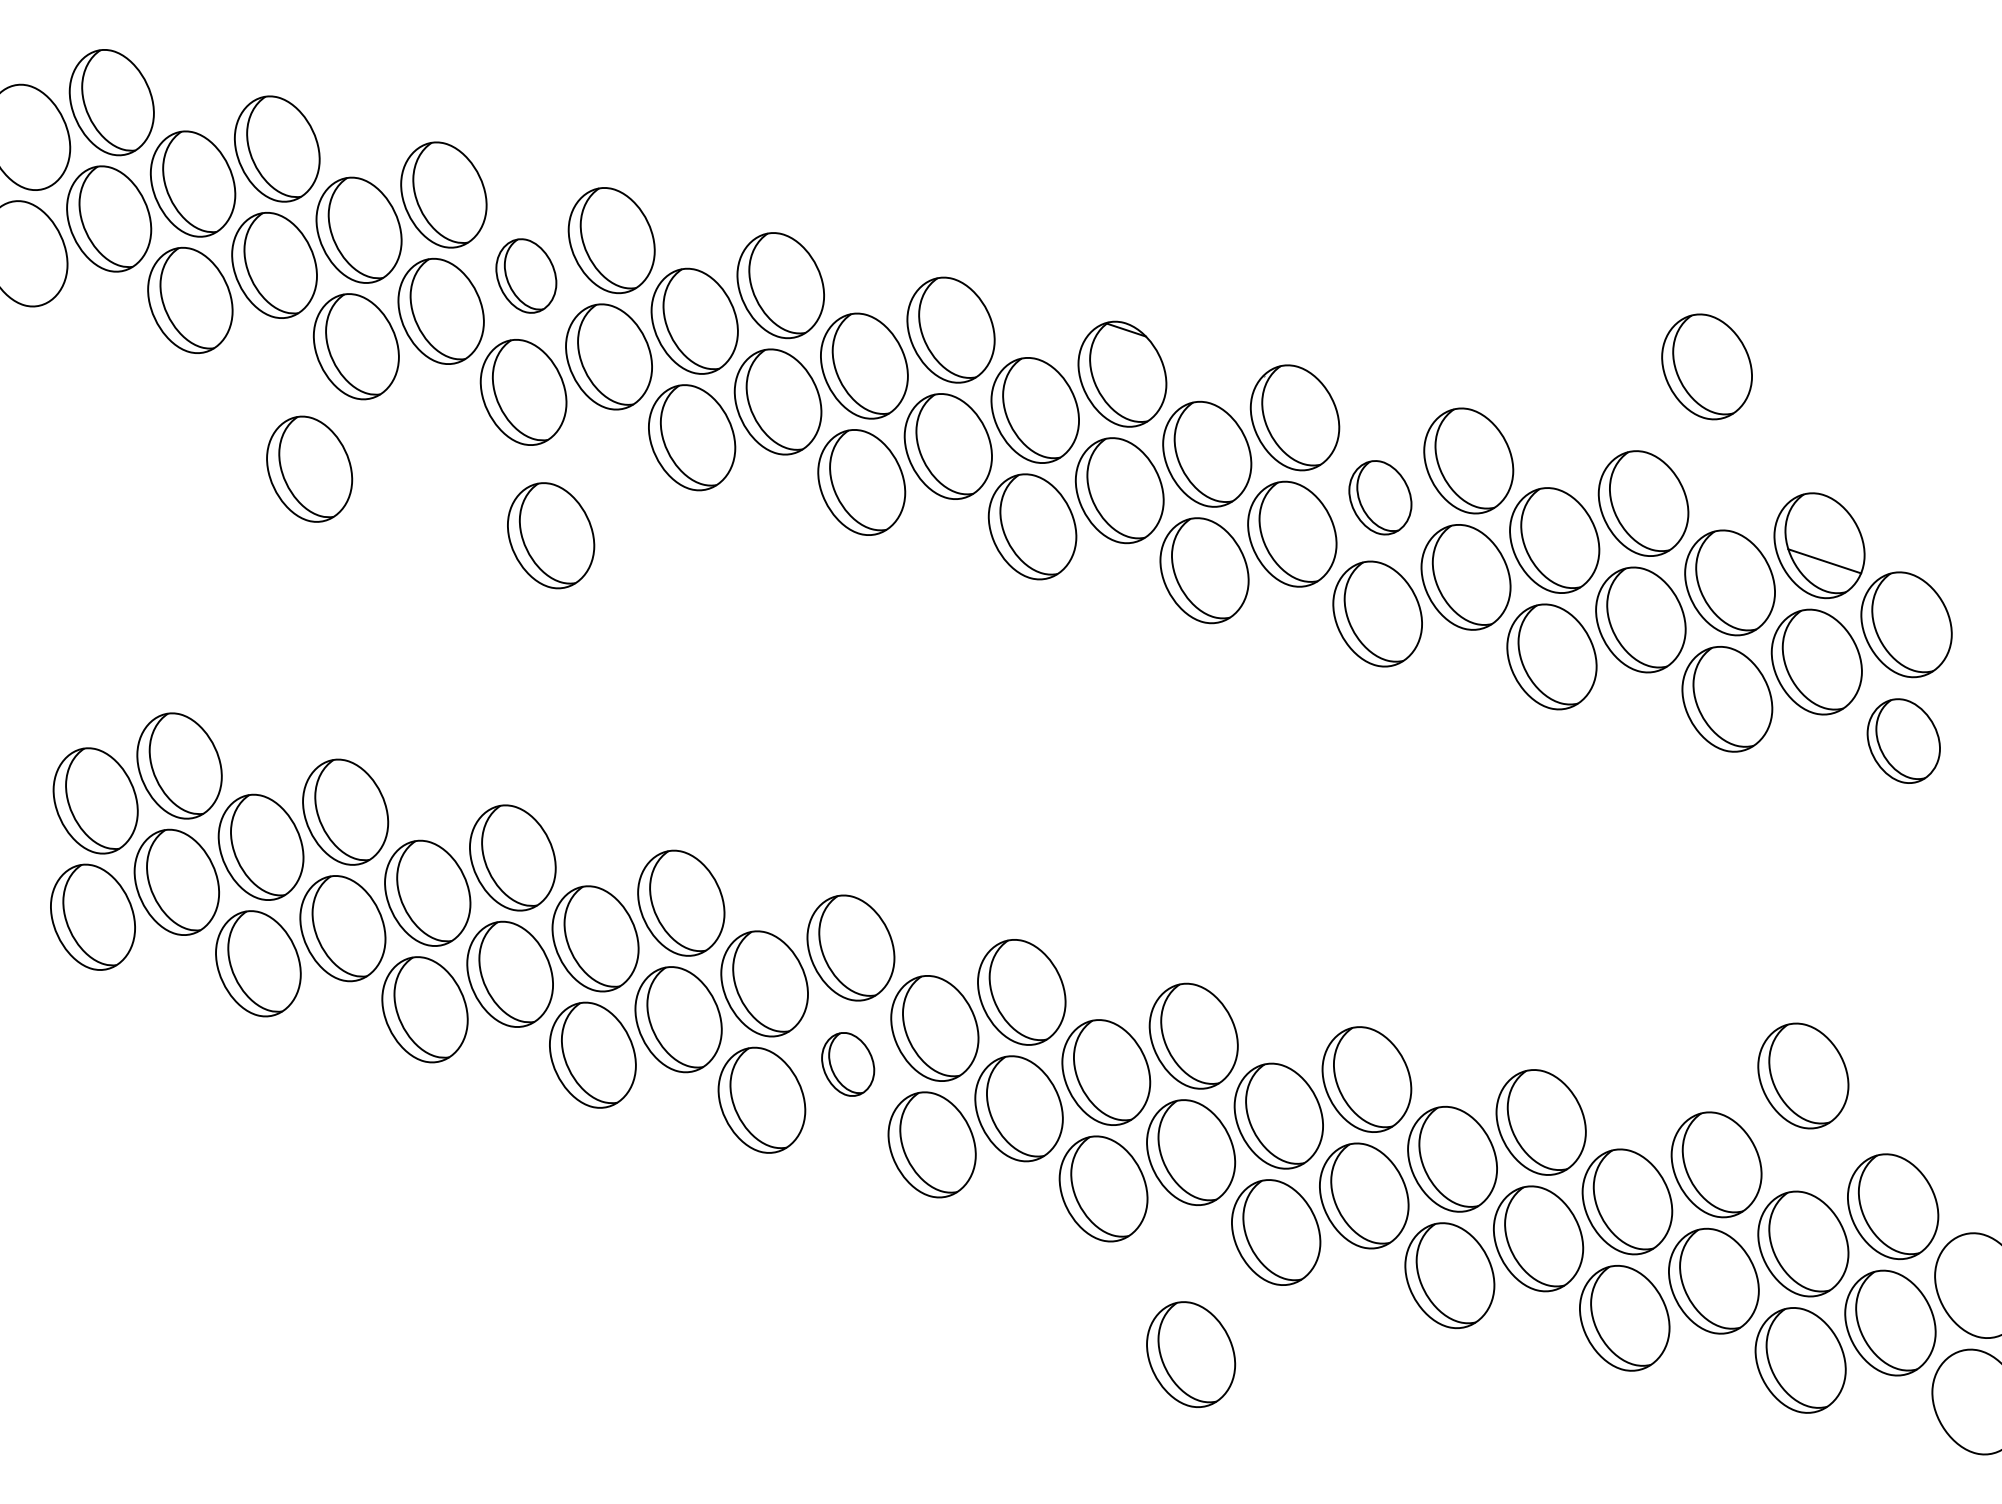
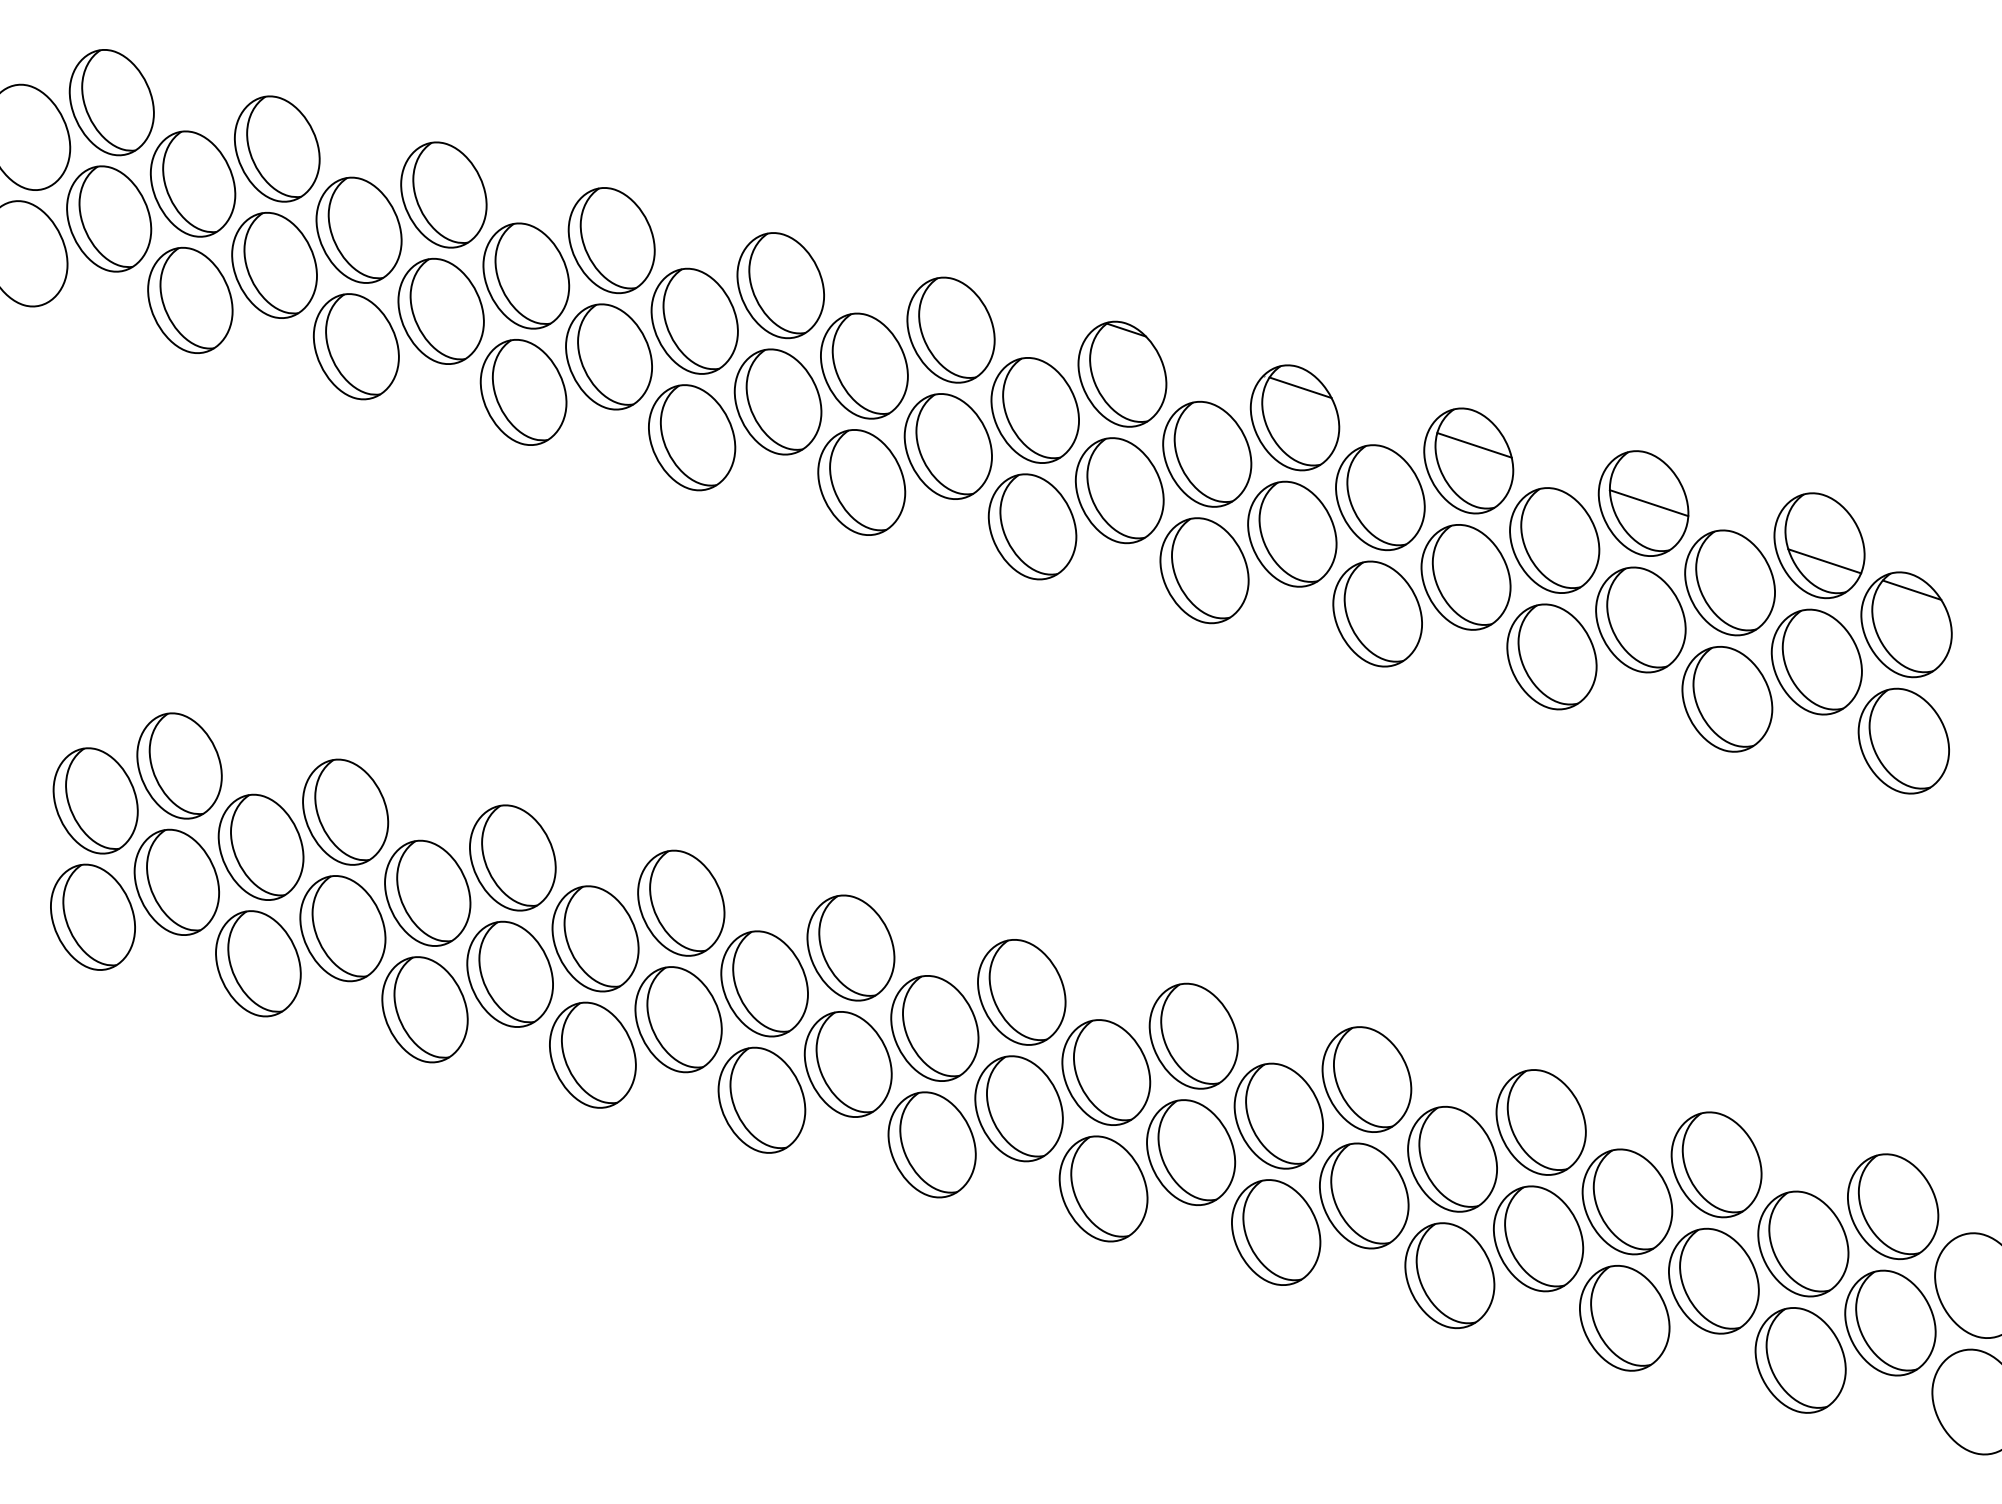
part at (526, 275) size: 63x76 px -> 89x108 px
part at (1706, 366): present -> none
line at (1300, 387): none -> present
line at (1474, 445): none -> present
part at (309, 468): present -> none
part at (1380, 497) size: 65x76 px -> 91x108 px
line at (1648, 503): none -> present
part at (551, 535): present -> none
line at (1911, 589): none -> present
part at (1903, 740) size: 75x86 px -> 93x108 px
part at (848, 1064) size: 55x65 px -> 90x107 px
part at (1803, 1075): present -> none
part at (1191, 1354): present -> none
